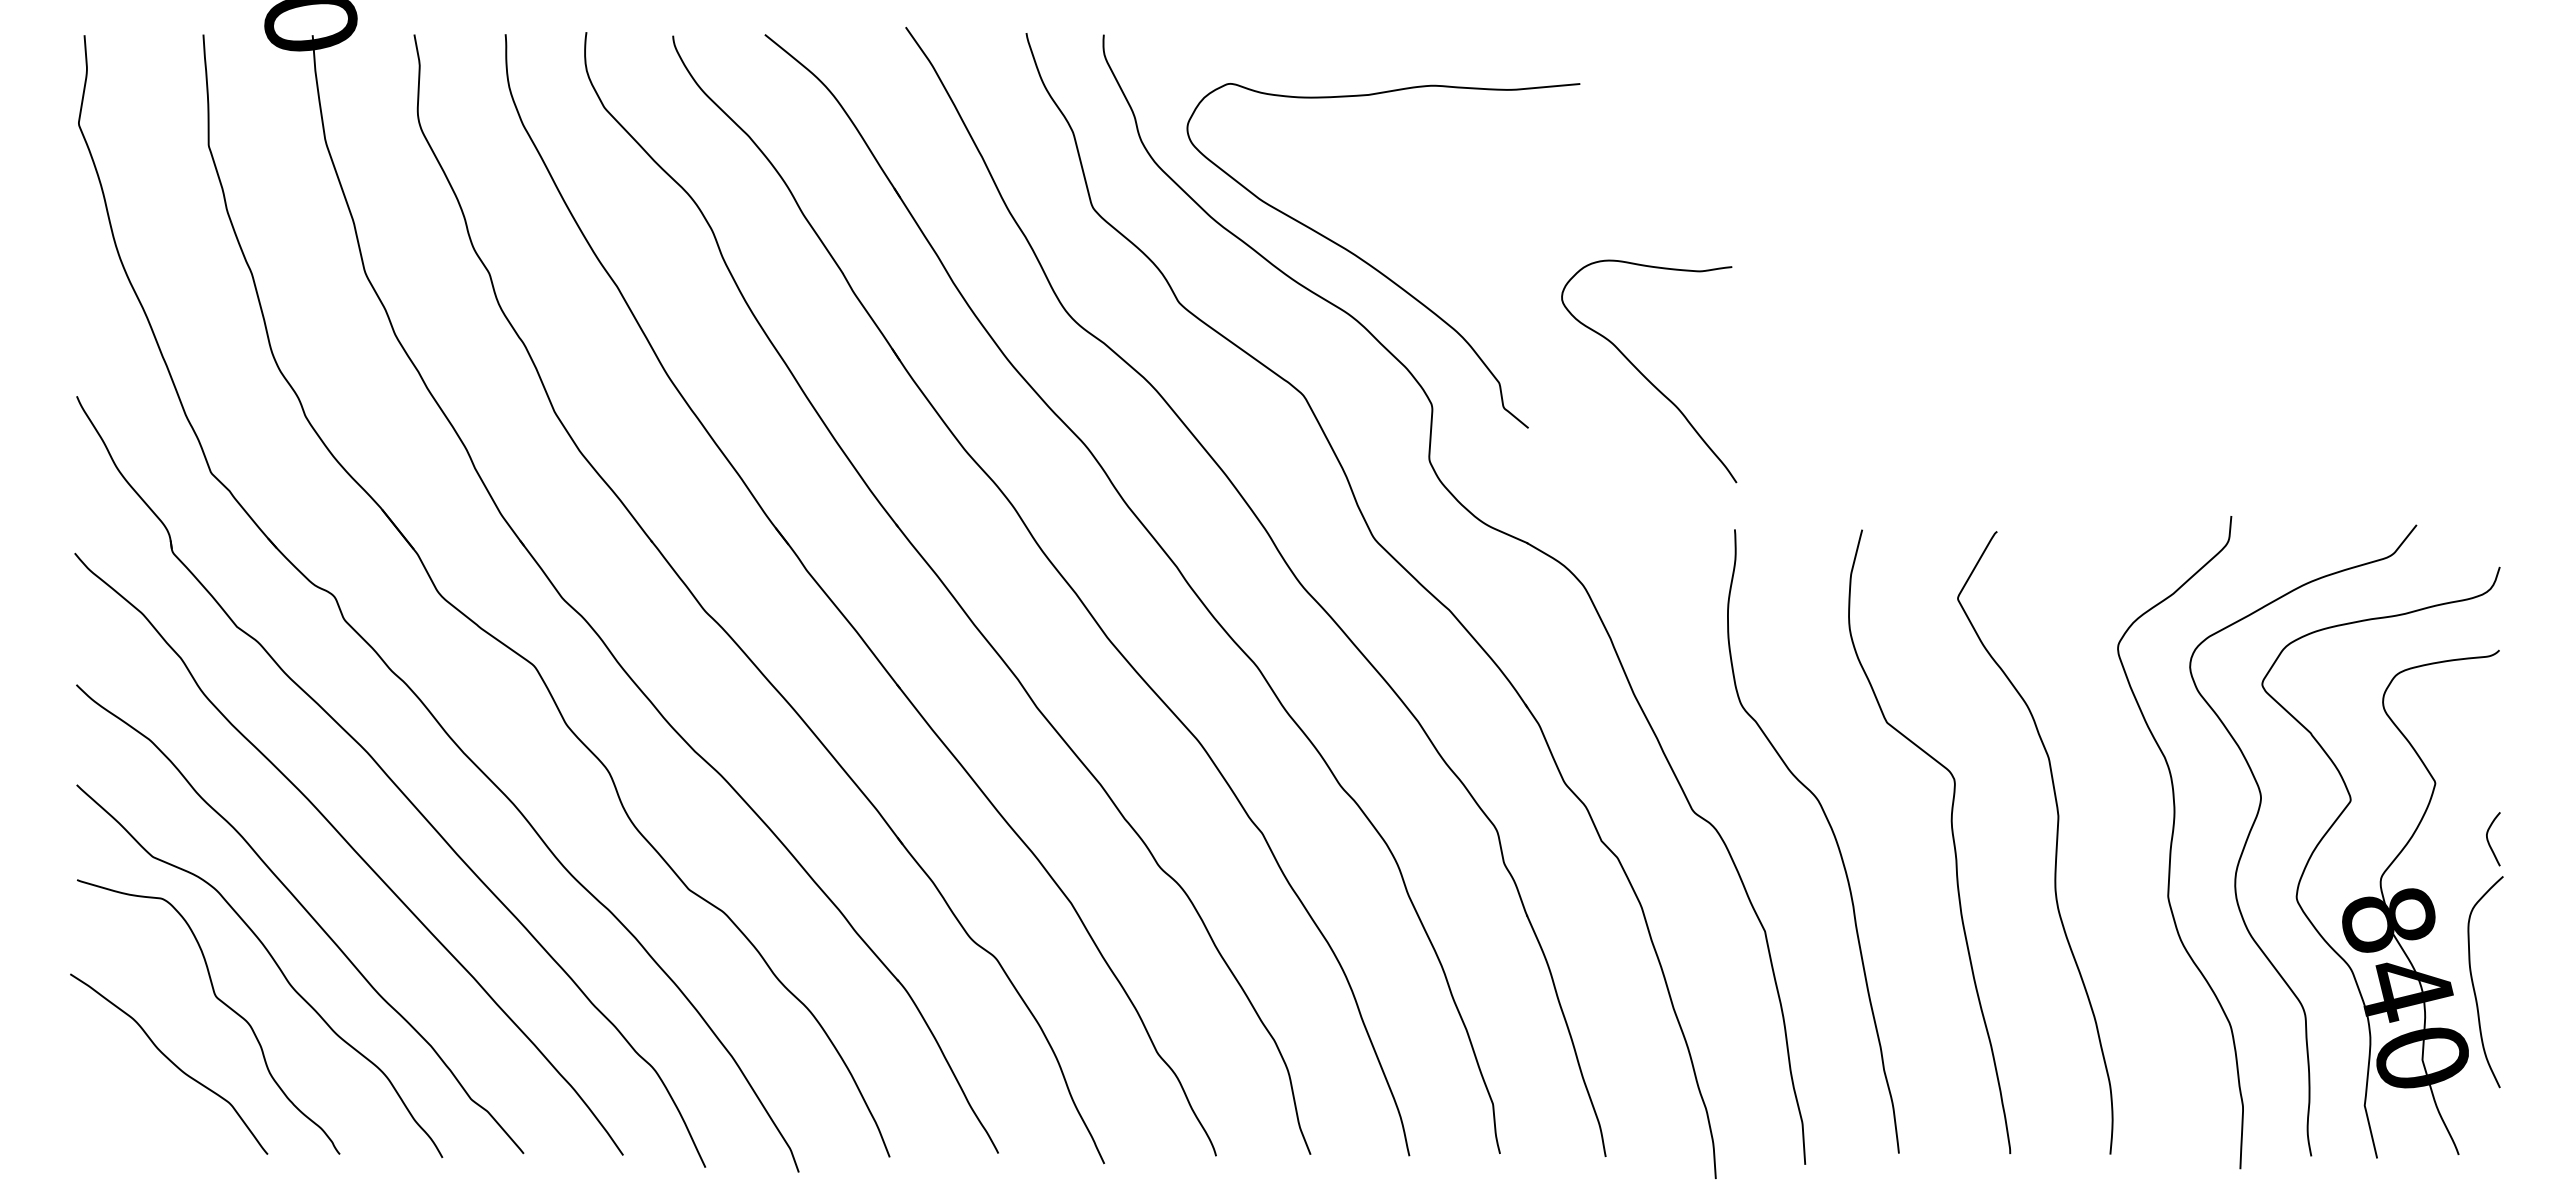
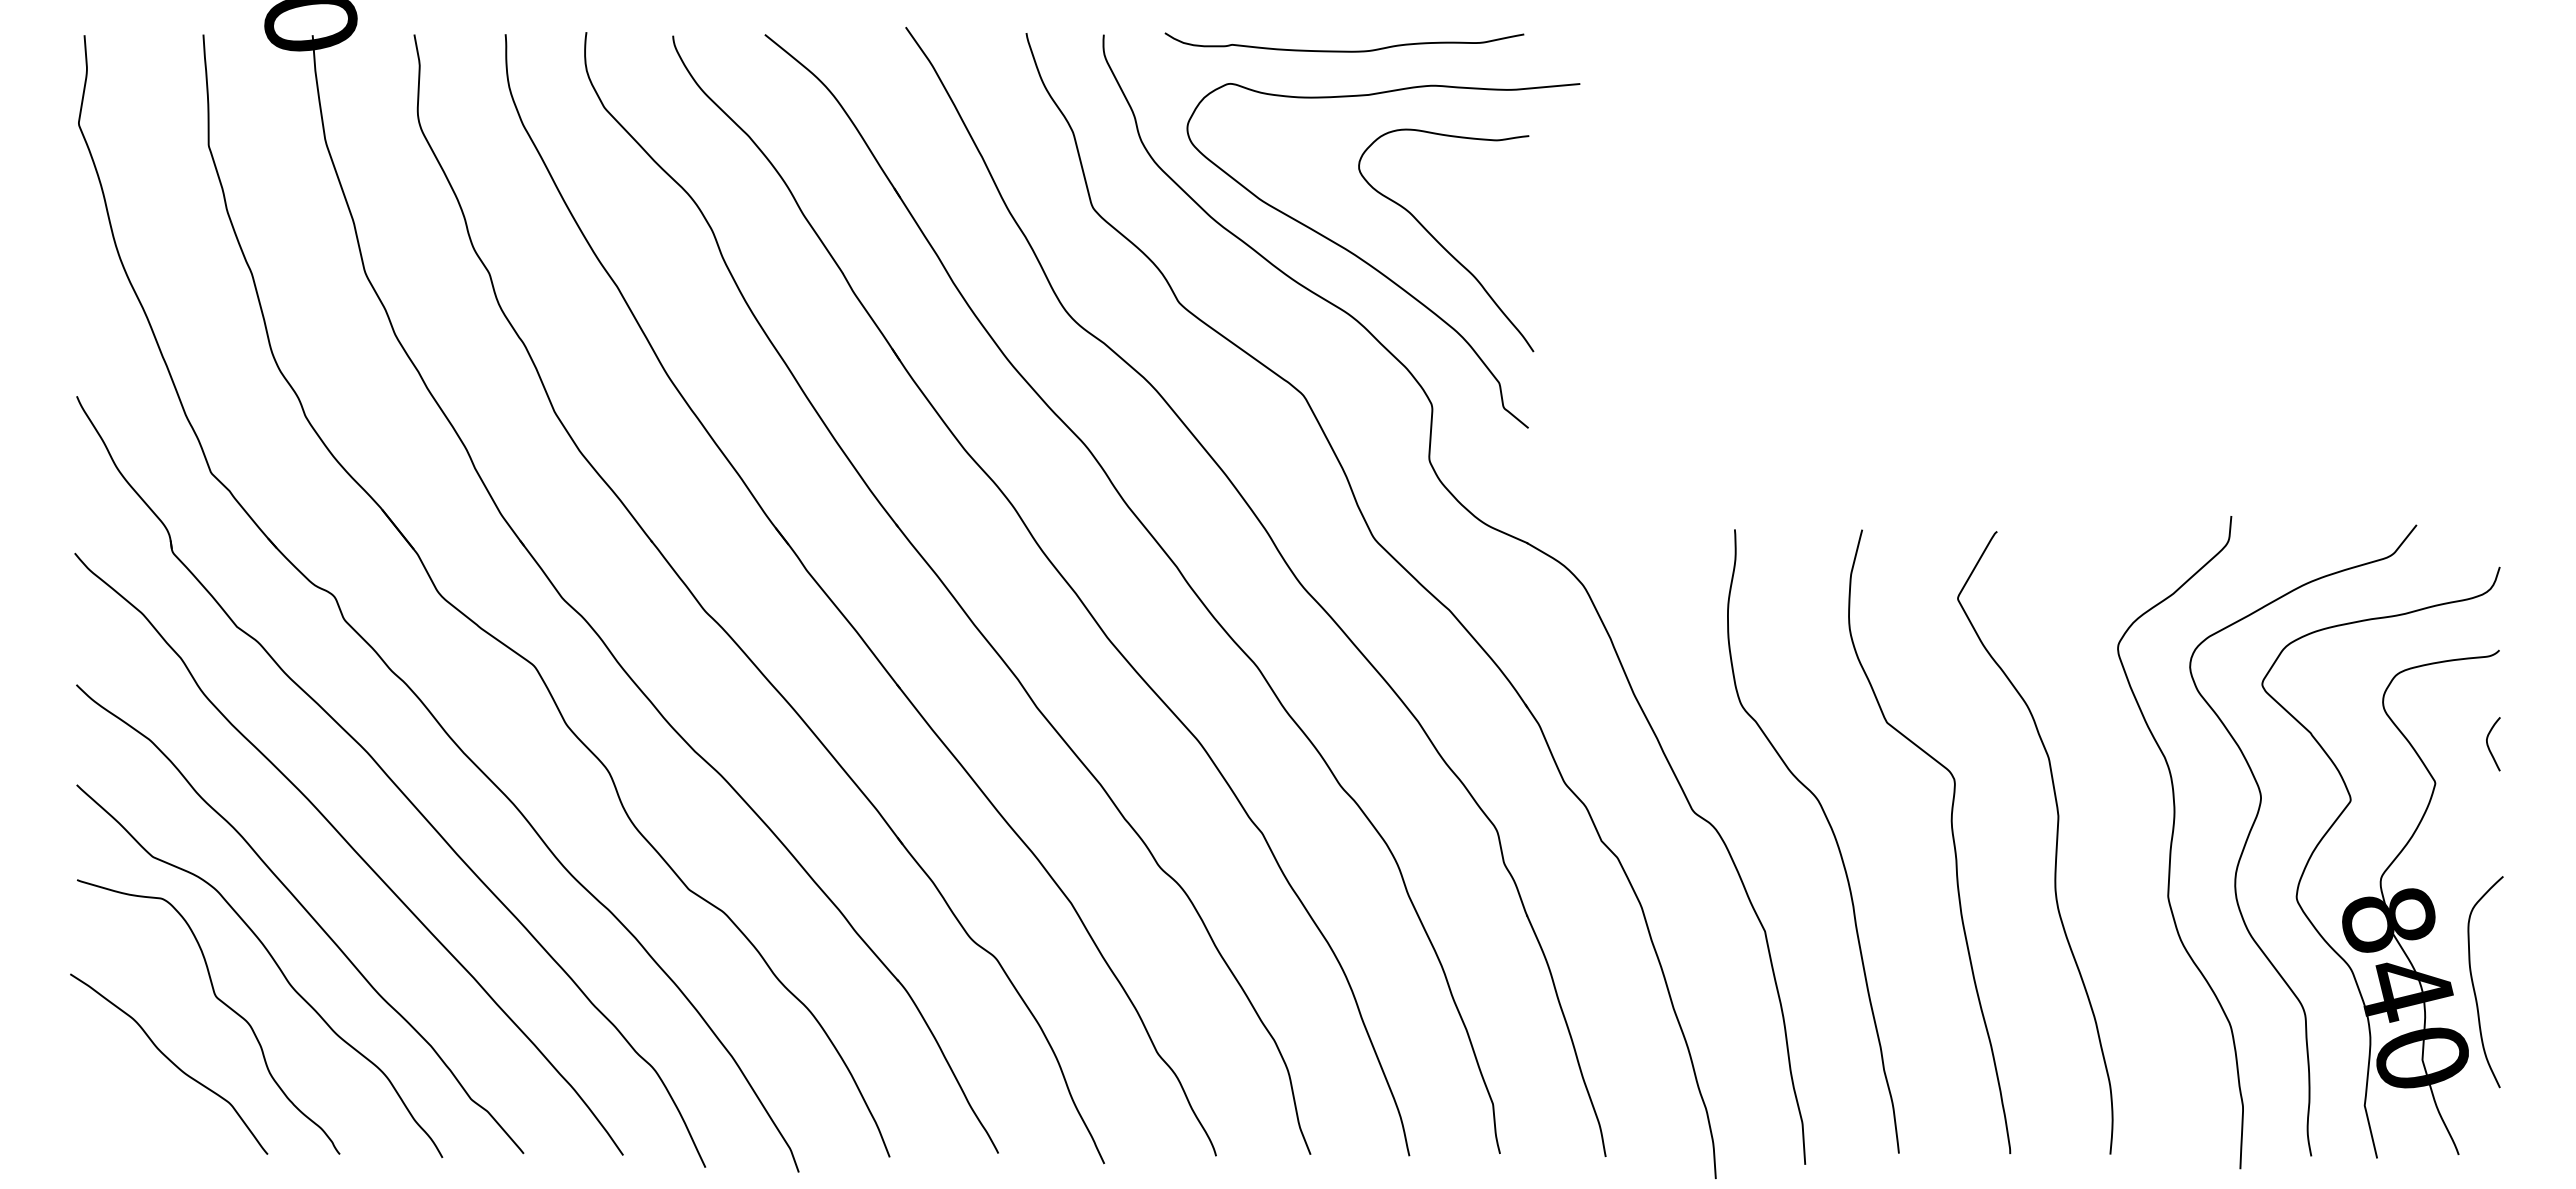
curve at (1344, 50): none -> present
curve at (1644, 375) position: (1644, 375) -> (1441, 244)
curve at (2489, 841) position: (2489, 841) -> (2489, 746)
